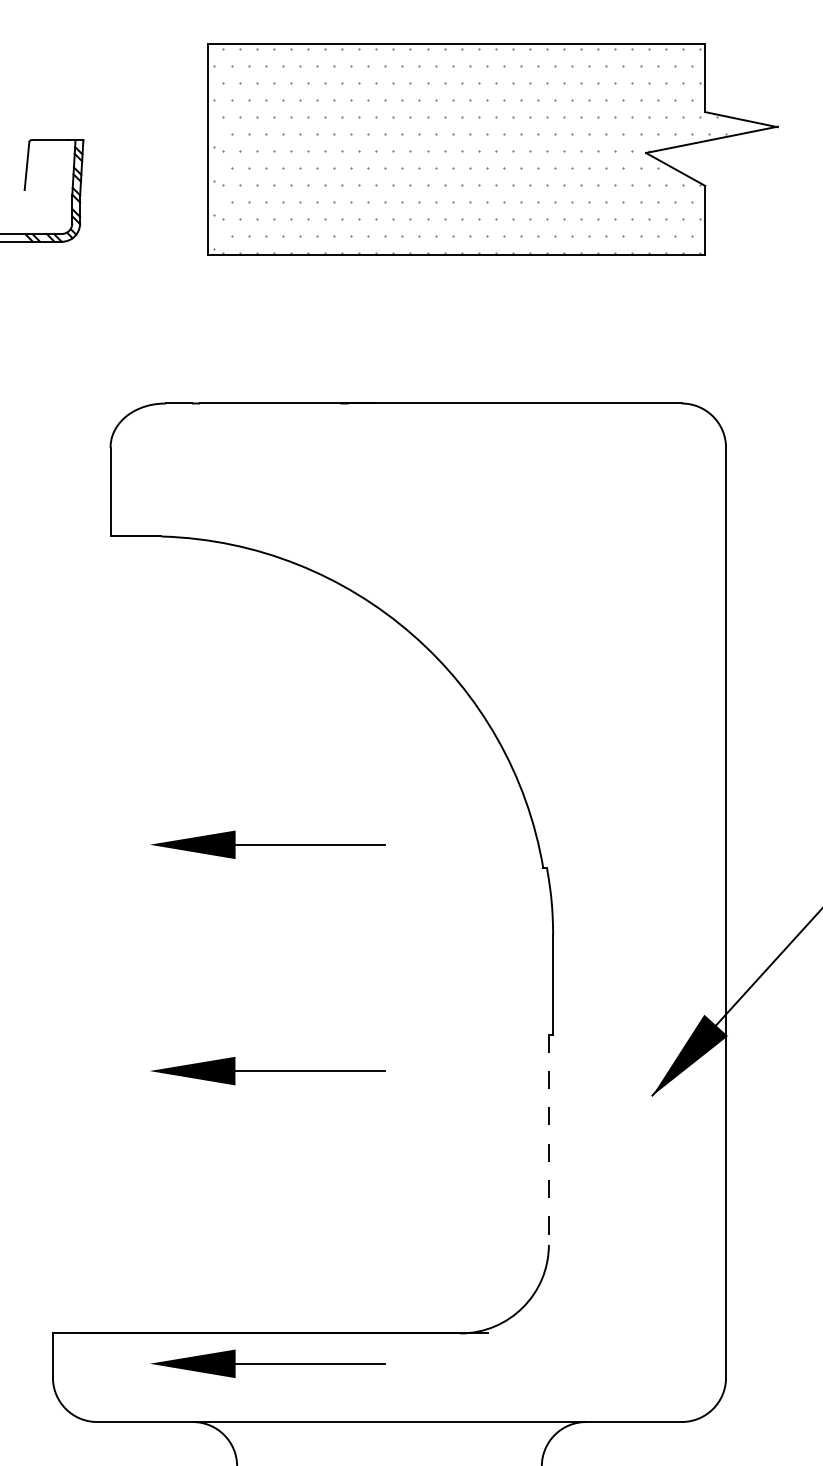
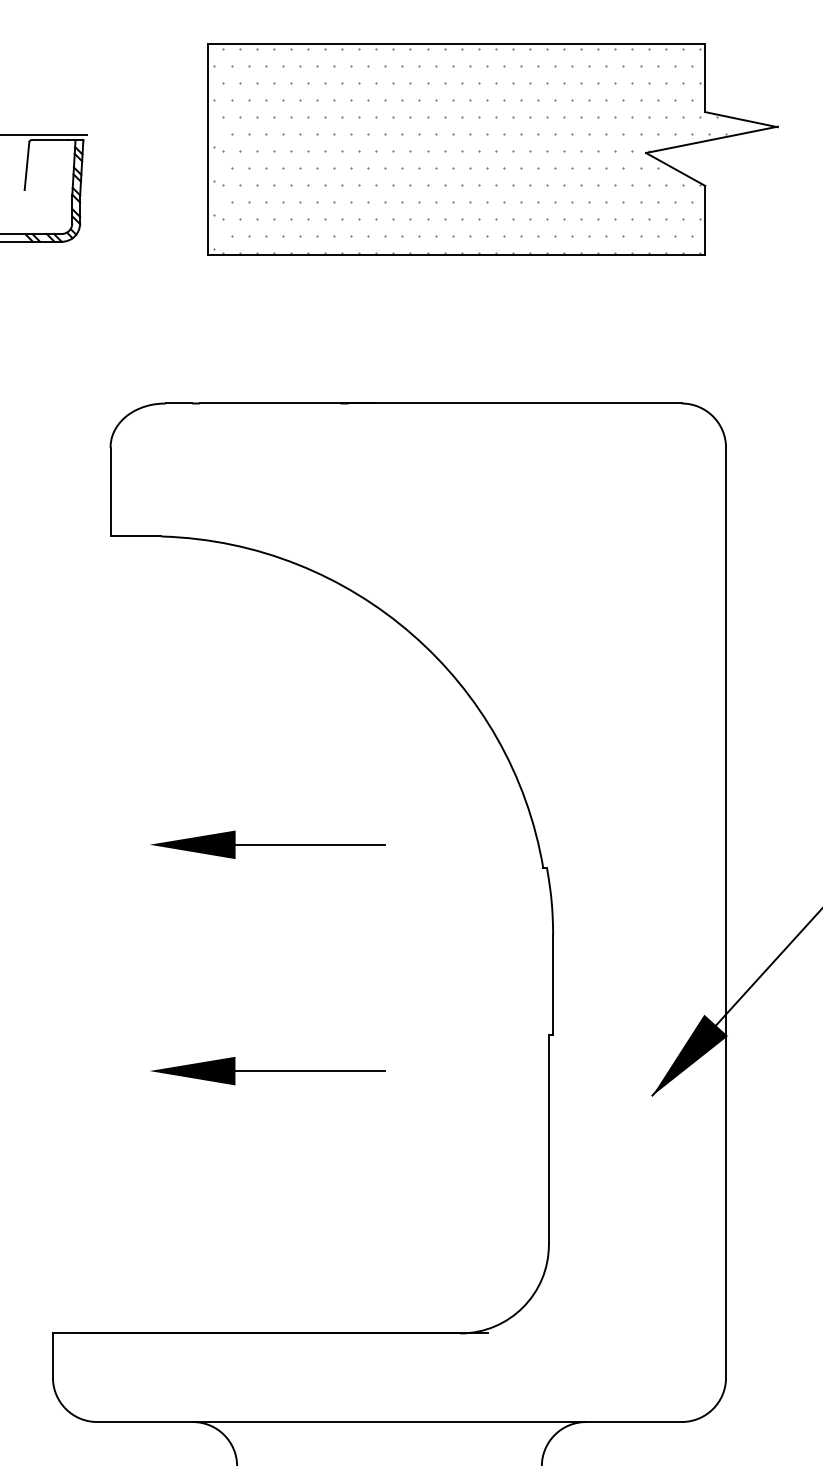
line at (44, 135): none -> present
line at (548, 1140): dashed -> solid
part at (267, 1363): present -> none
